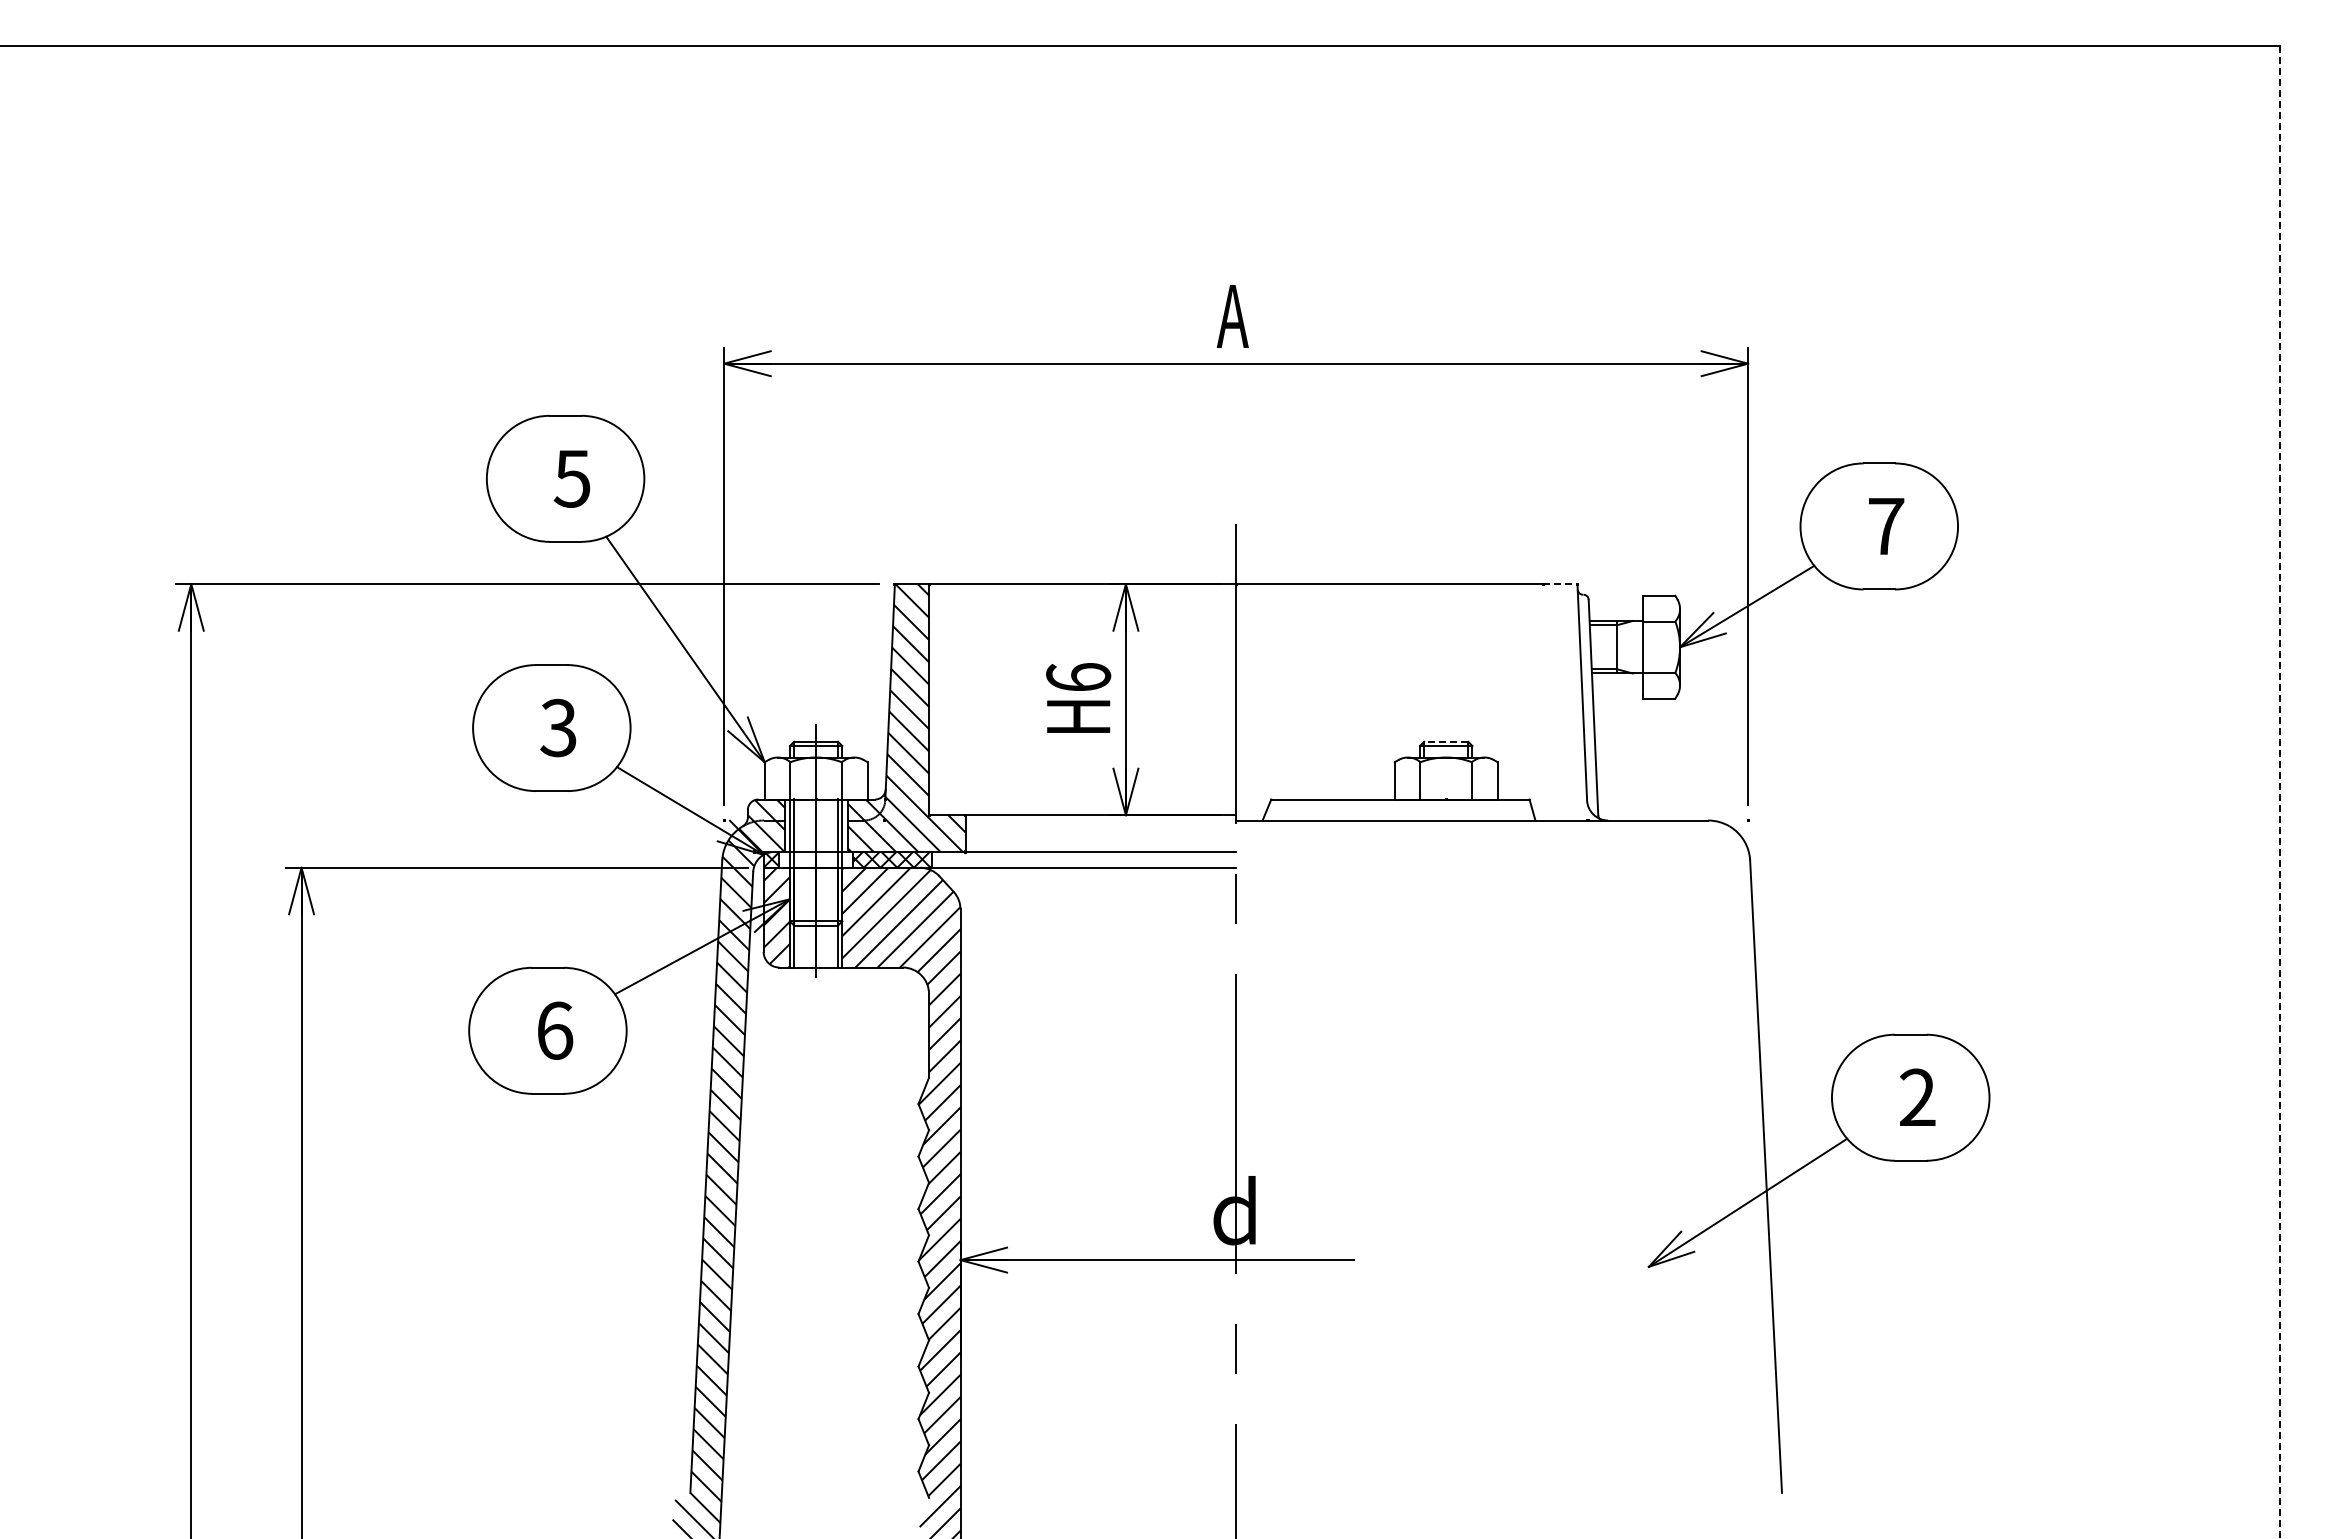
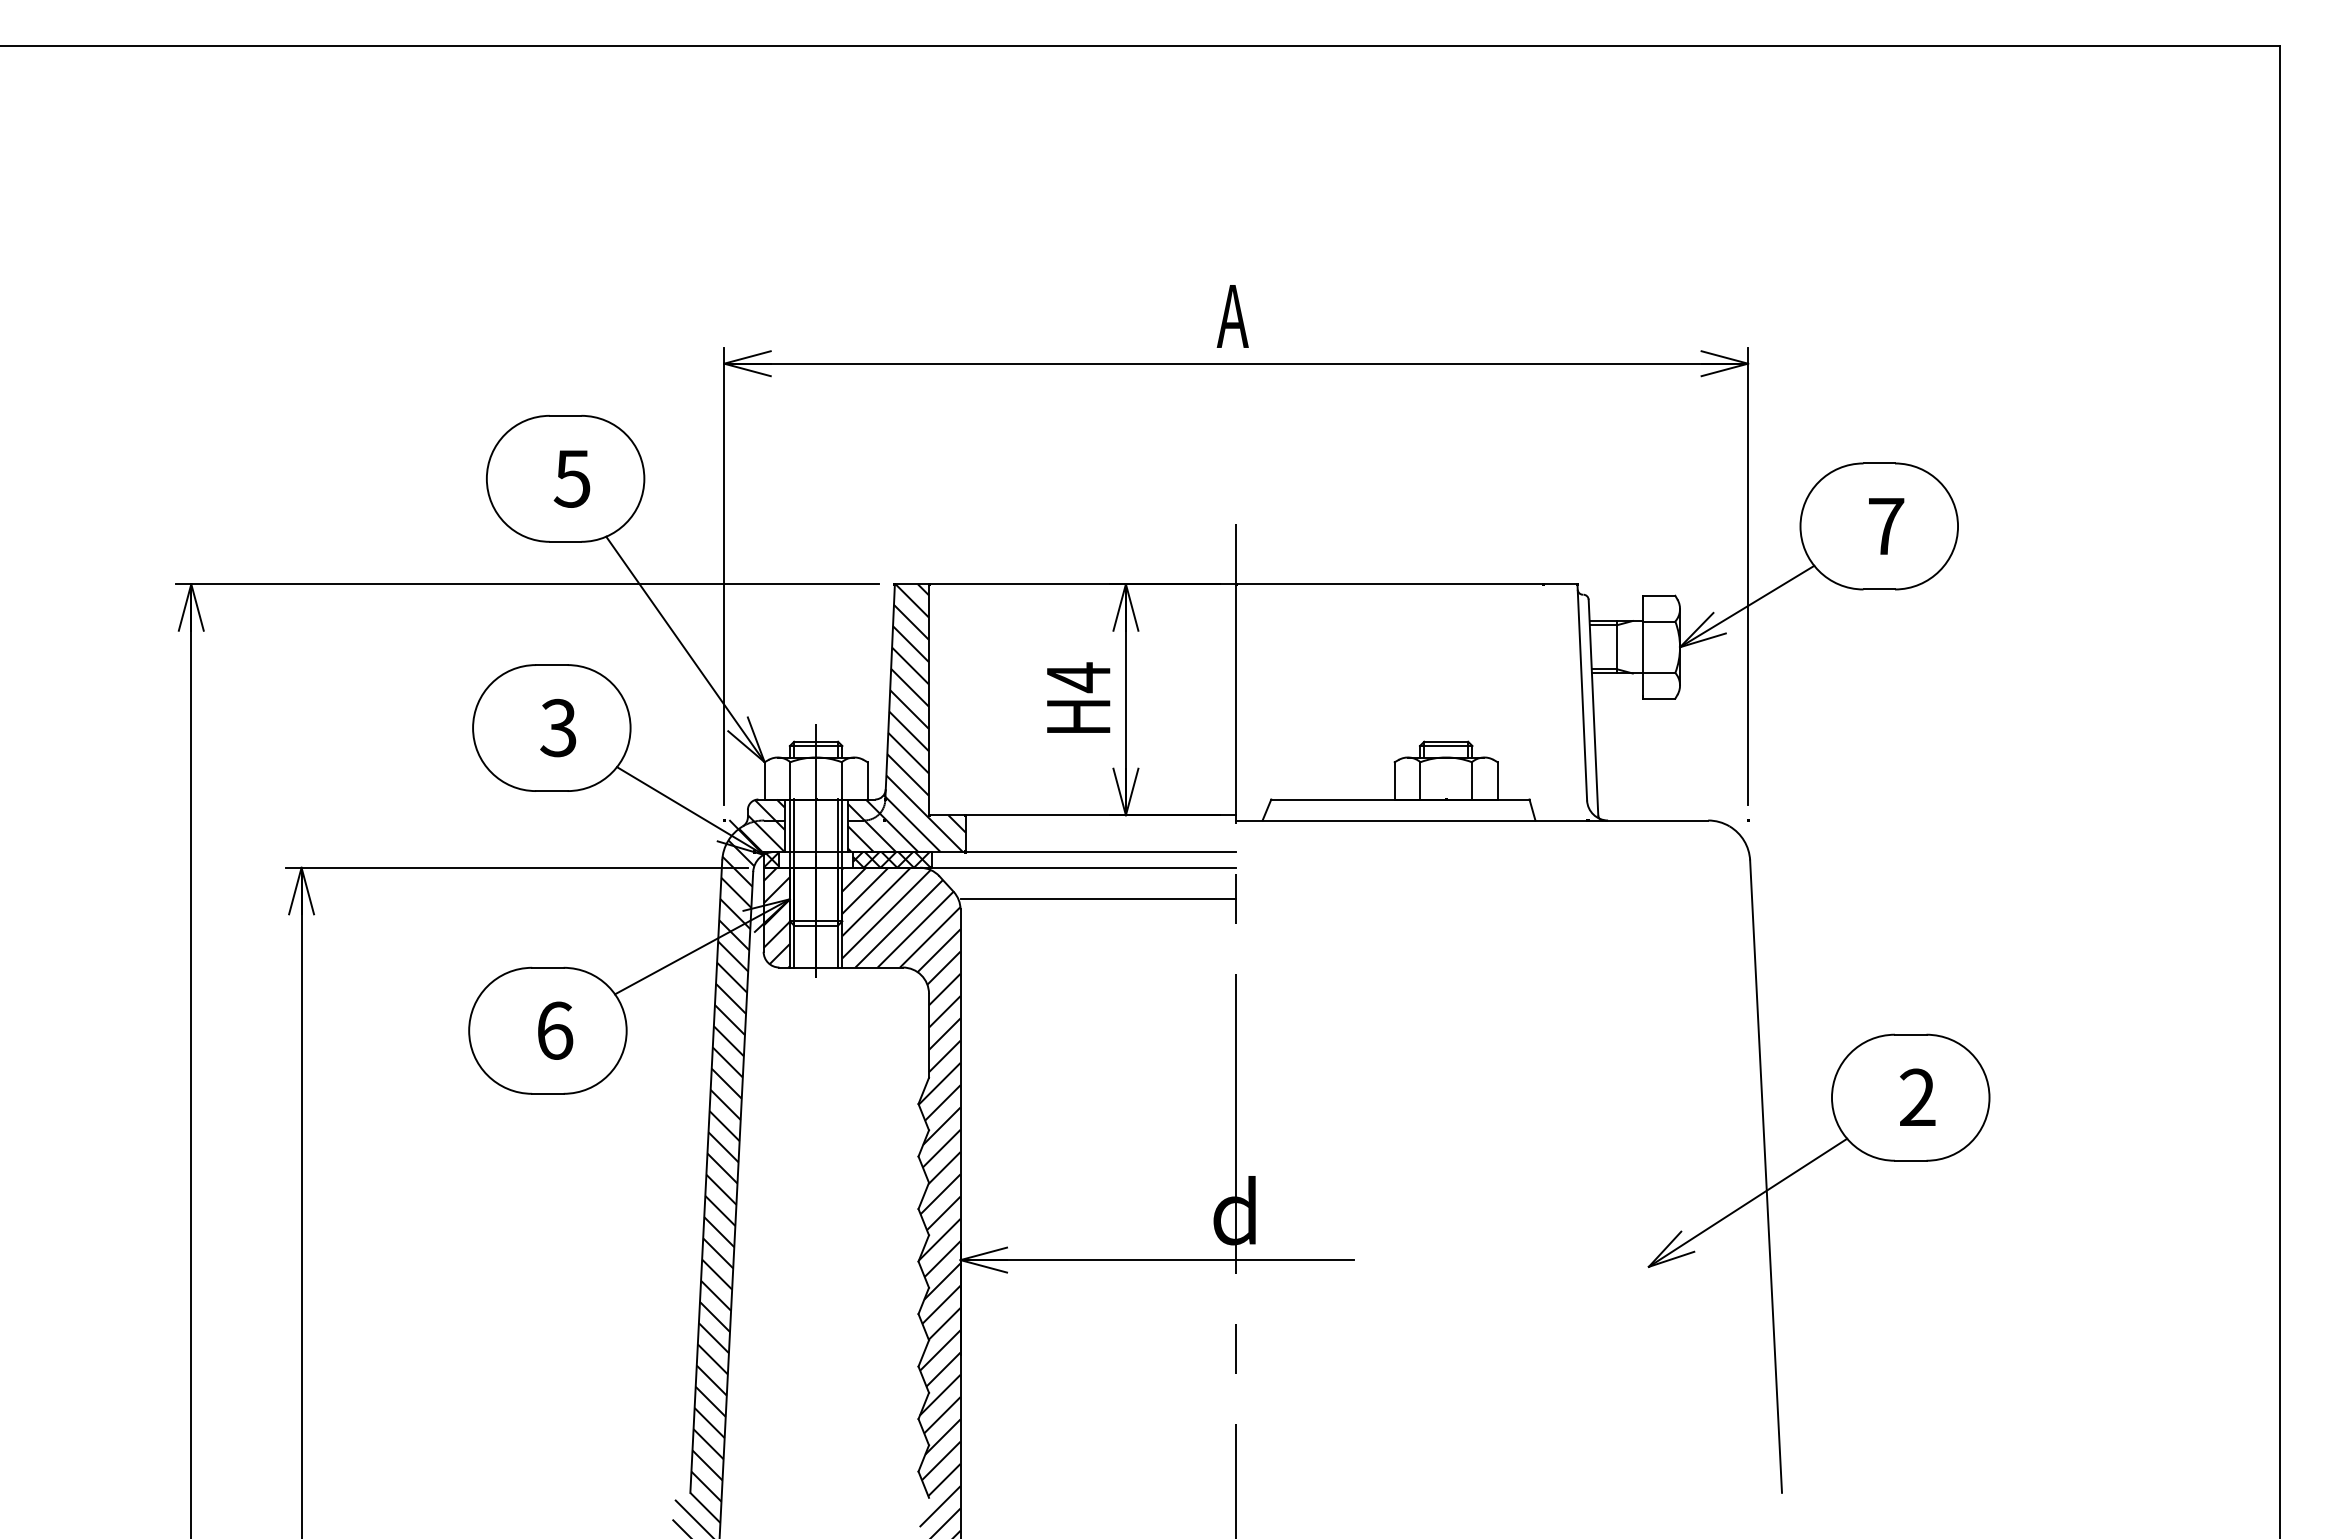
line at (1560, 584): dashed -> solid
text at (1078, 677): H6 -> H4
line at (1446, 741): dashed -> solid
line at (2279, 793): dashed -> solid
line at (1098, 899): none -> present
